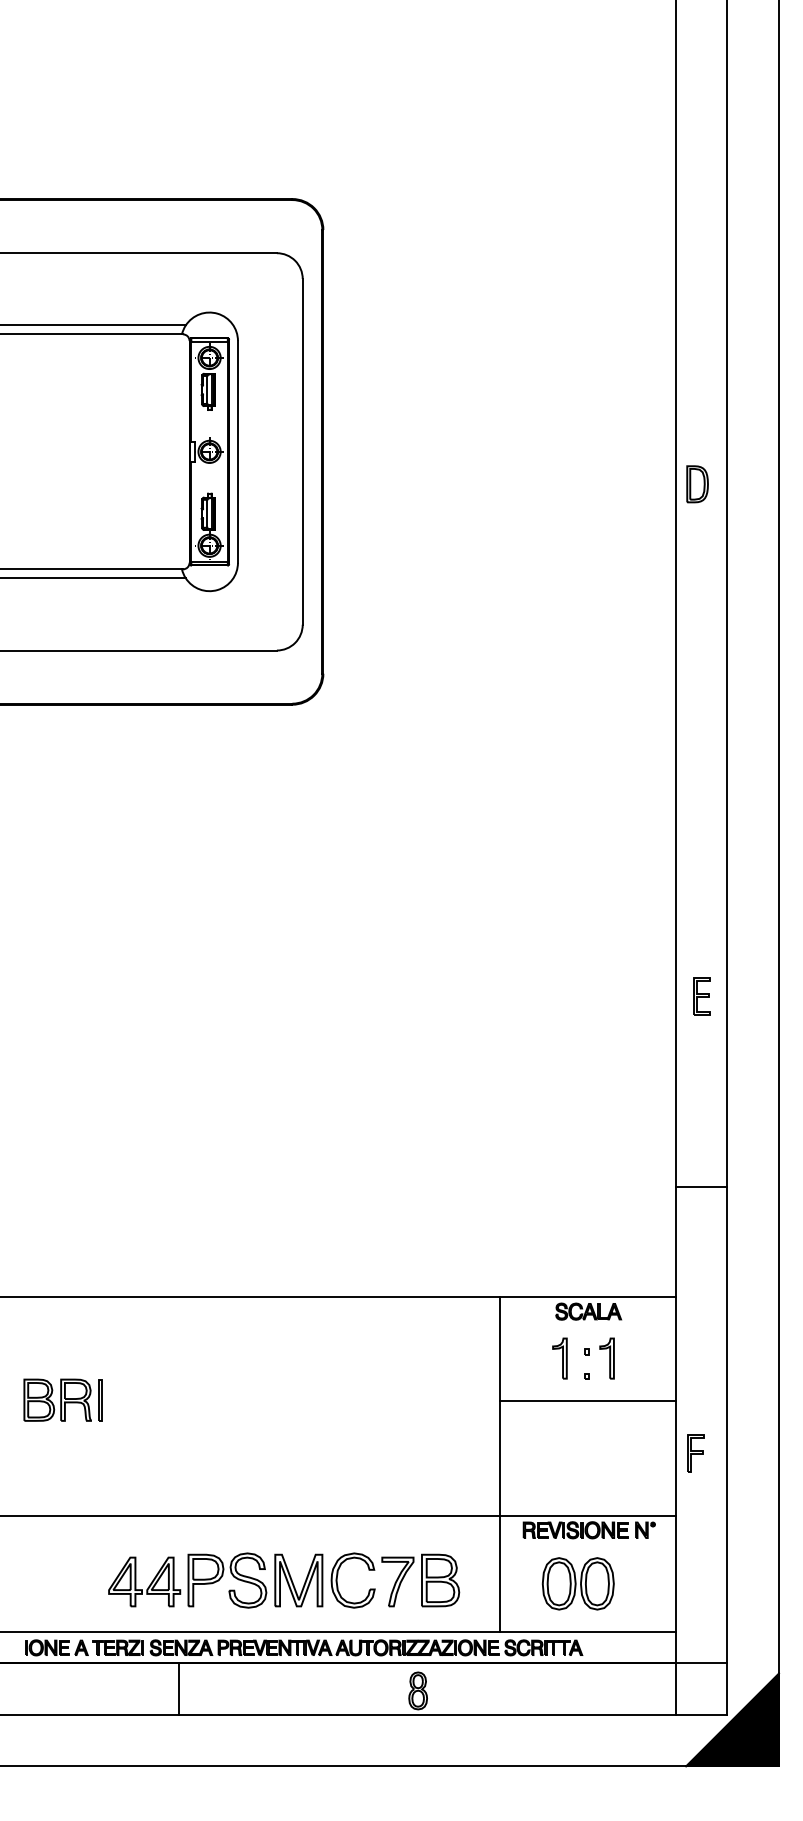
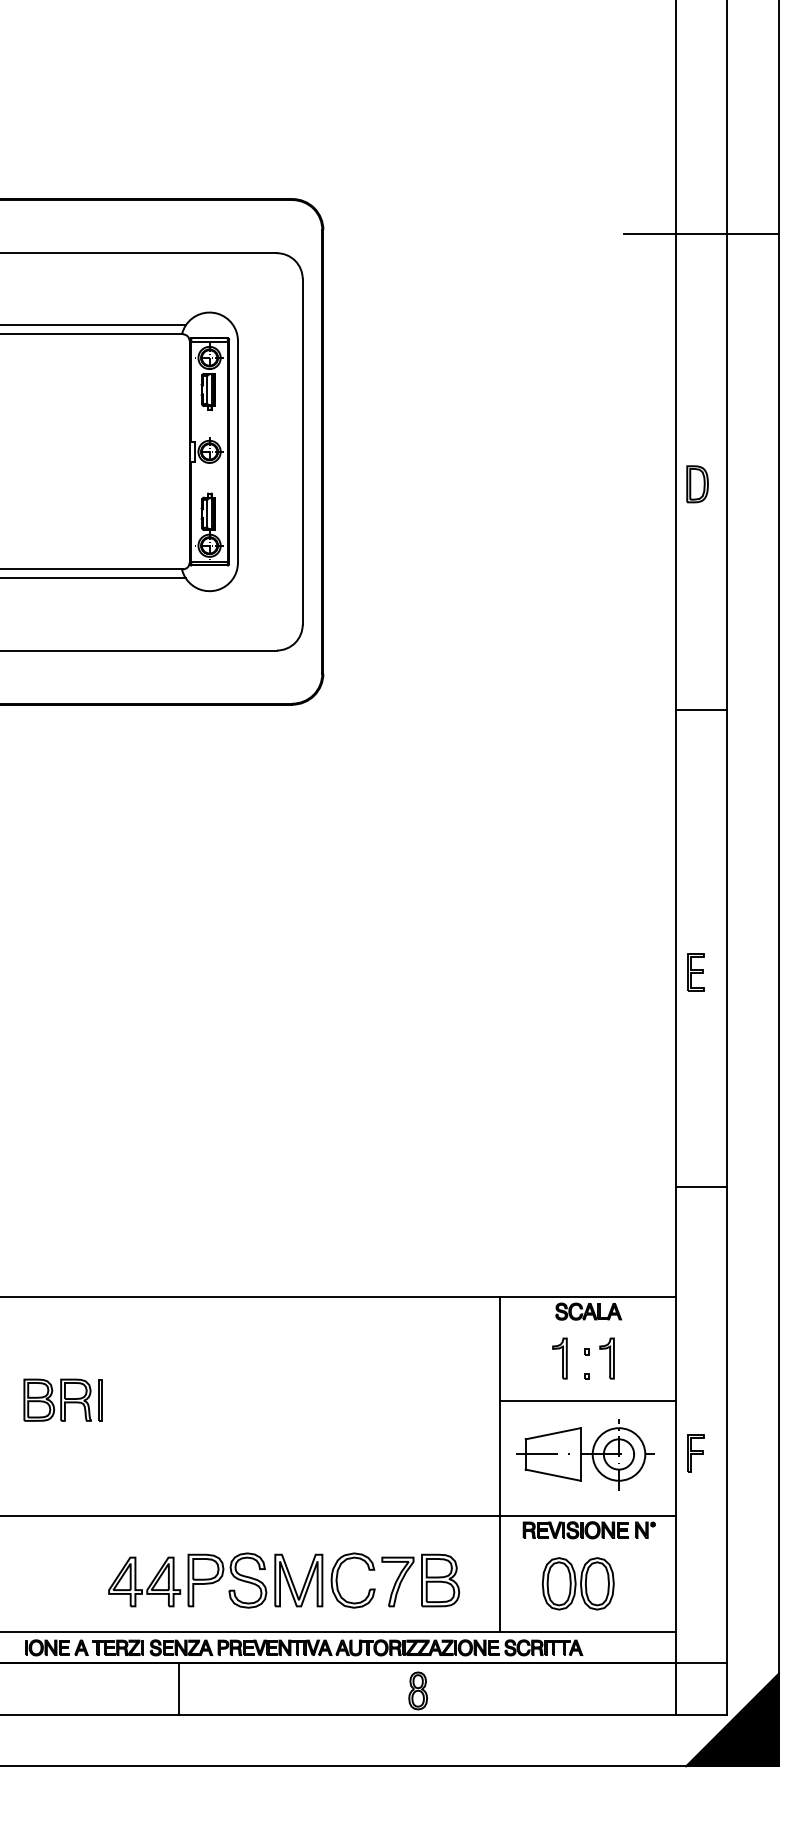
line at (701, 233): none -> present
line at (701, 710): none -> present
part at (701, 996) position: (701, 996) -> (695, 972)
part at (585, 1454): none -> present
